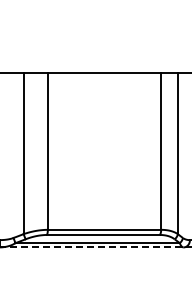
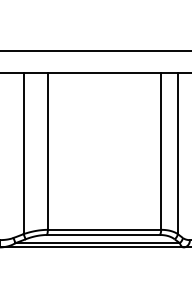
line at (95, 50): none -> present
line at (95, 247): dashed -> solid
